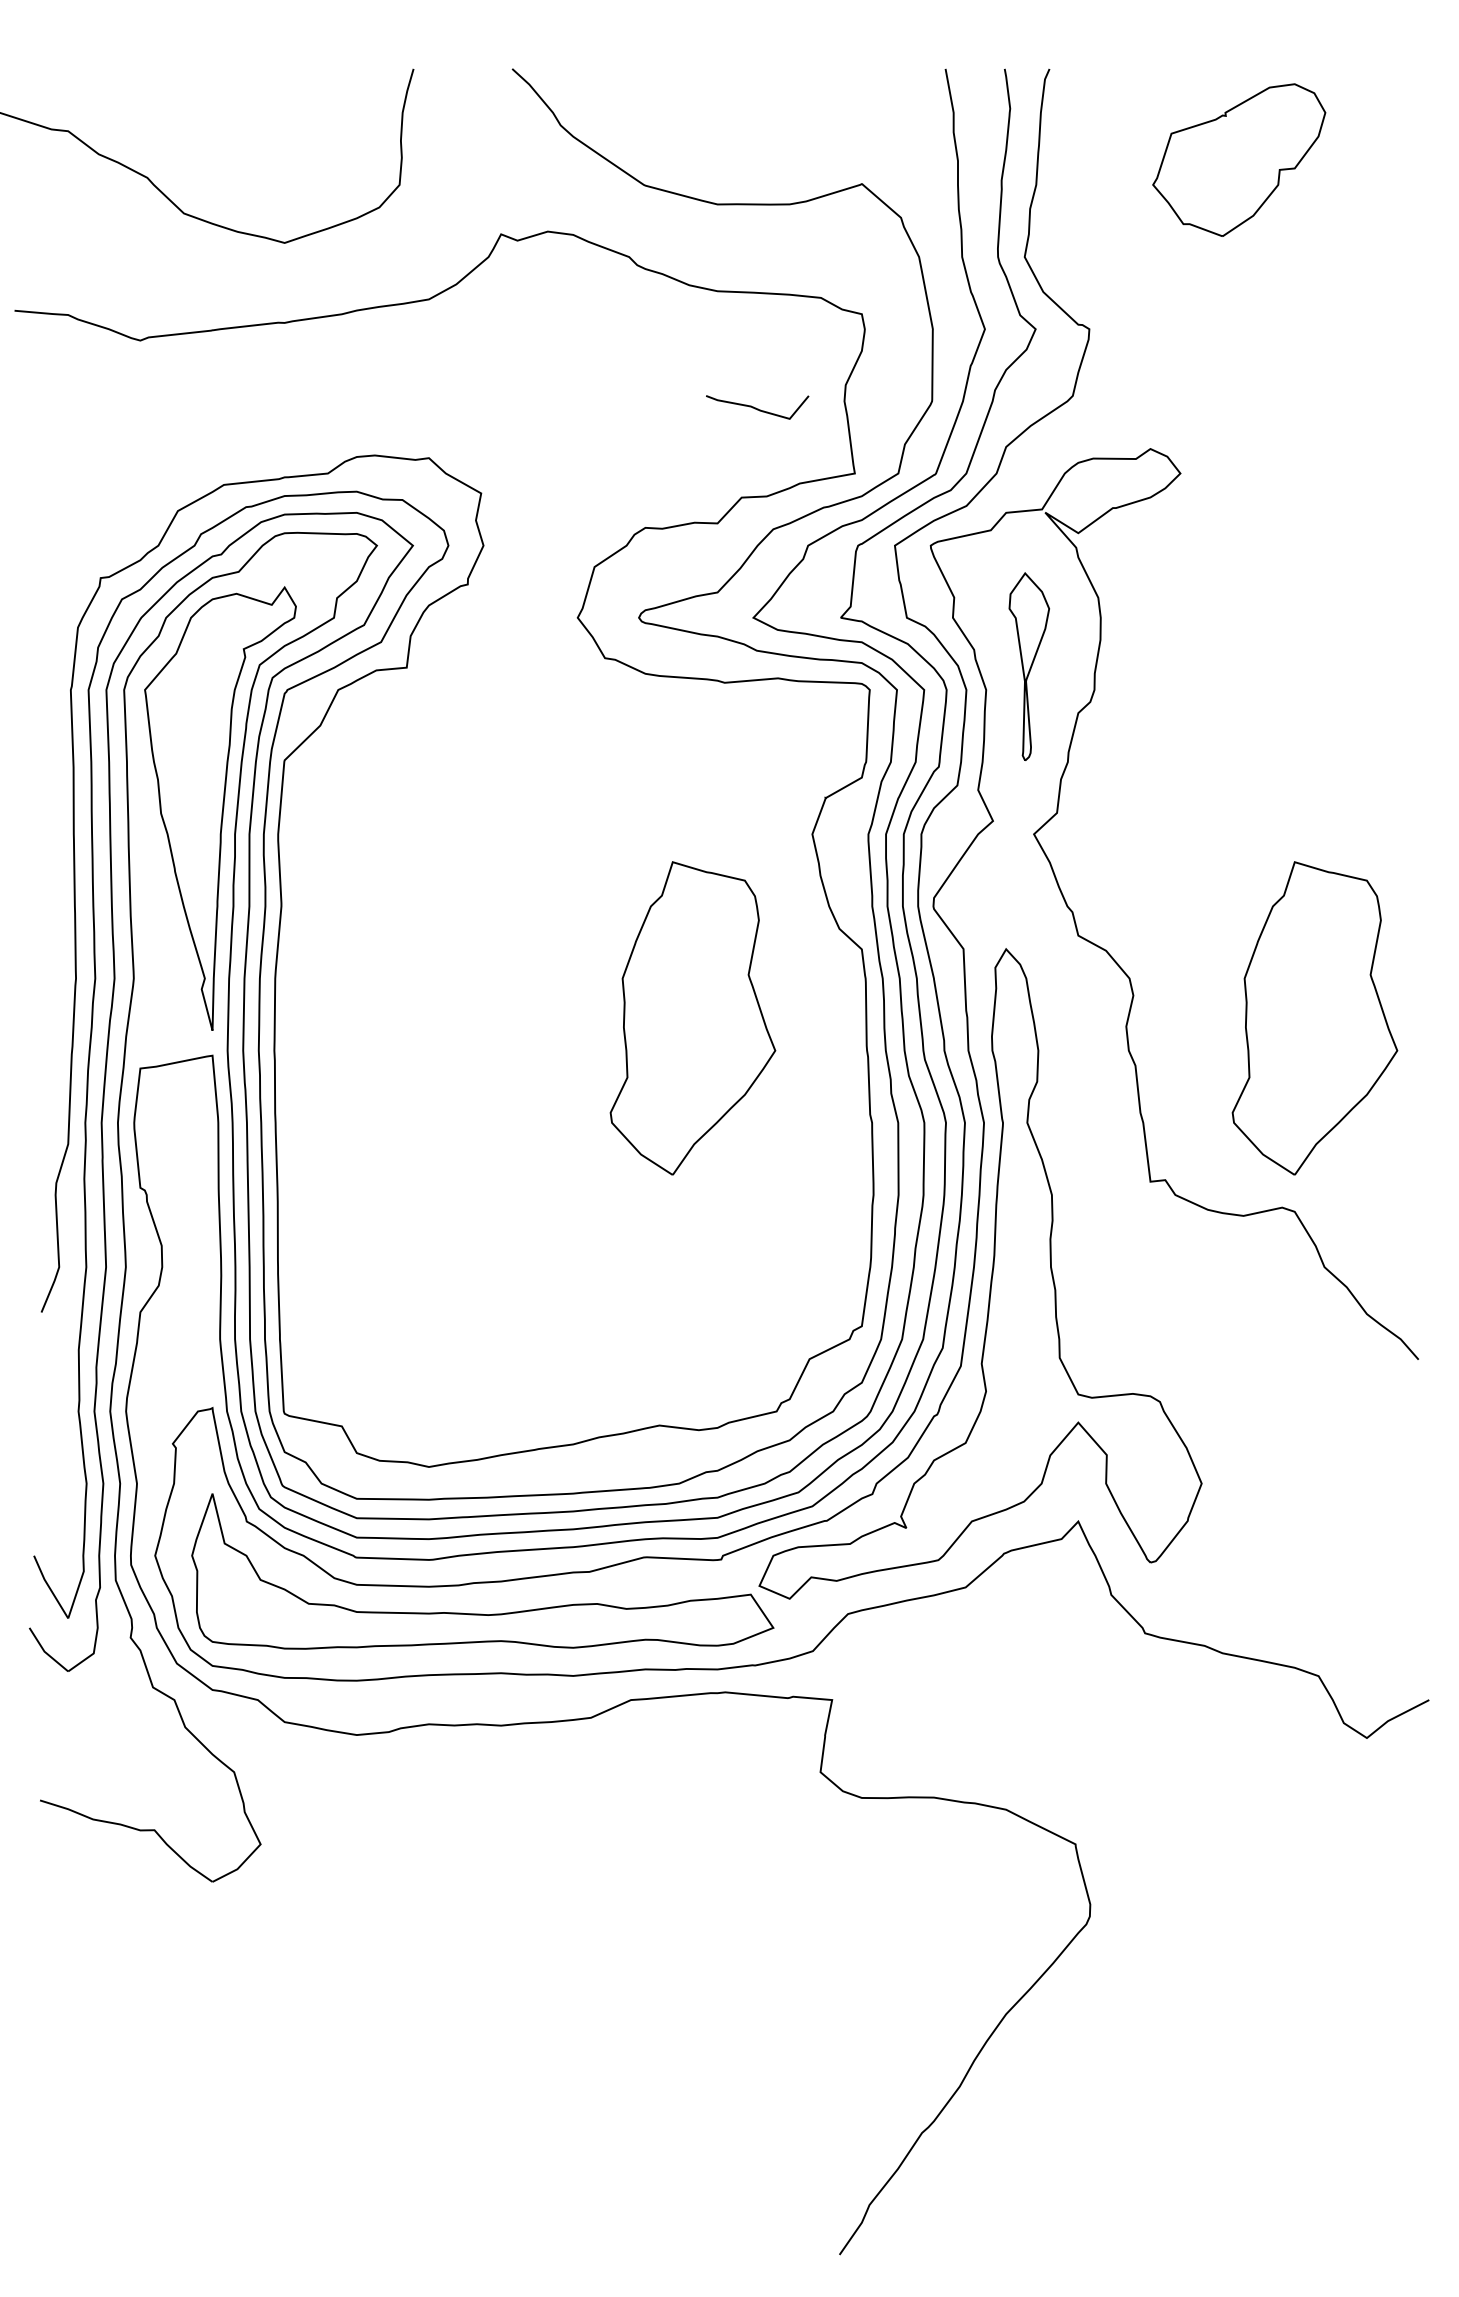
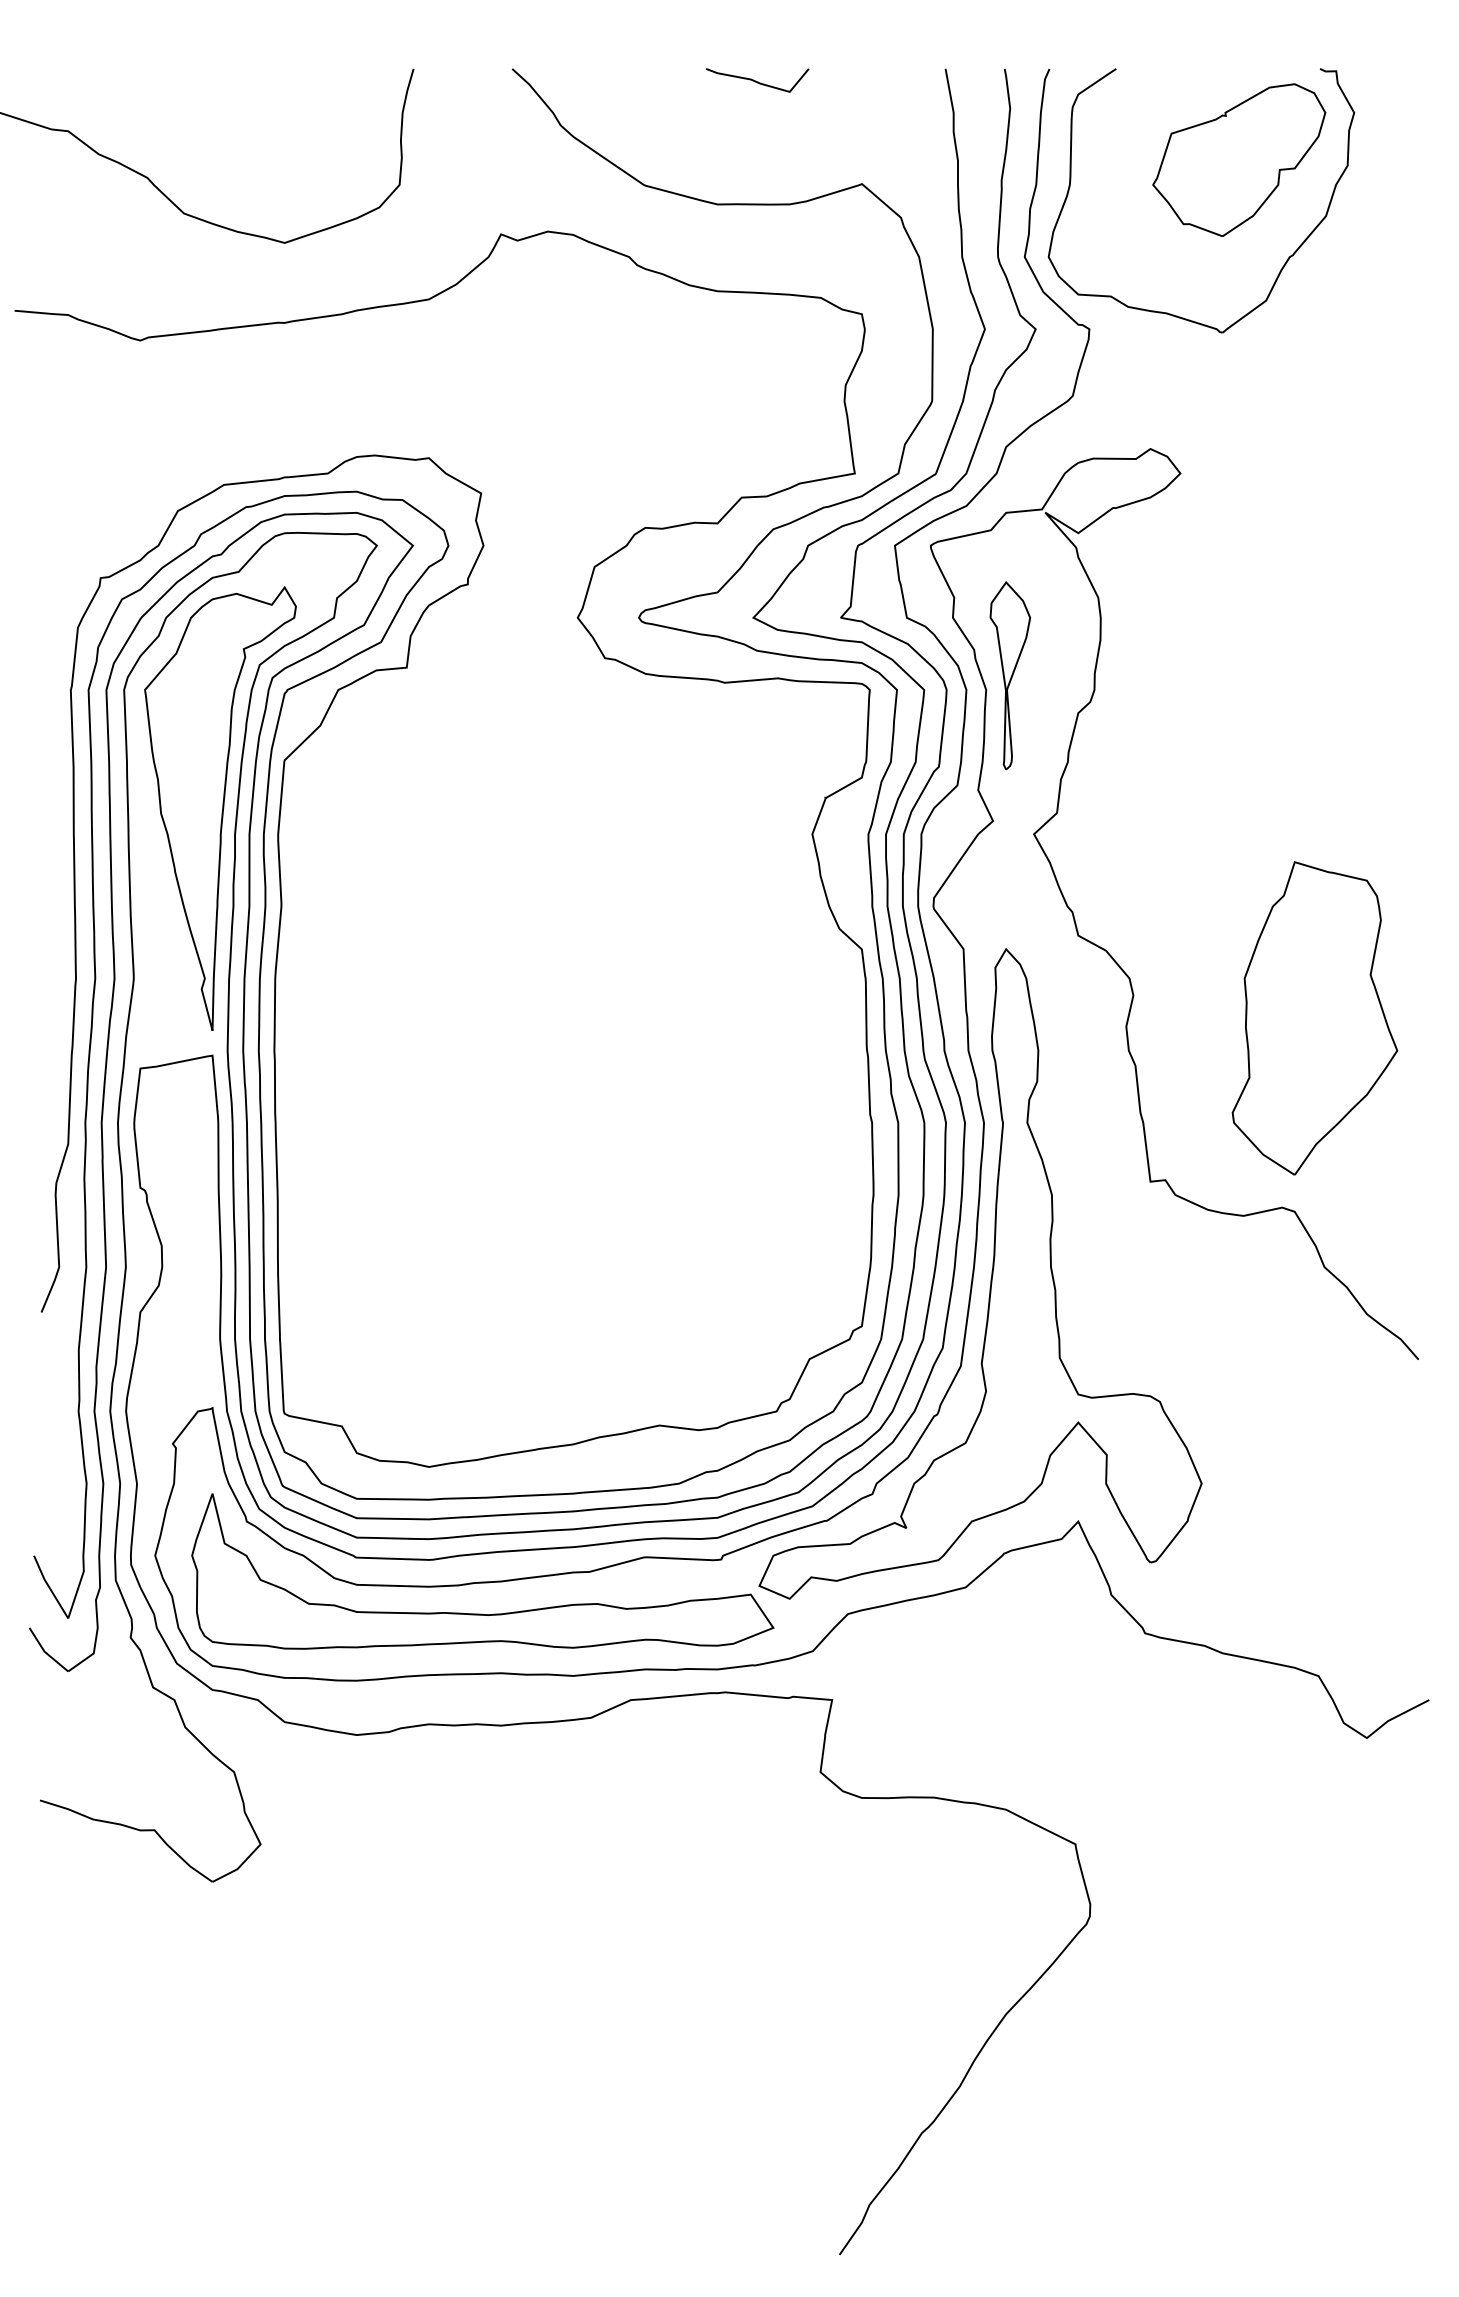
part at (1287, 258): none -> present
curve at (756, 407) position: (756, 407) -> (756, 80)
part at (1029, 666) position: (1029, 666) -> (1010, 675)
part at (692, 1018): present -> none
